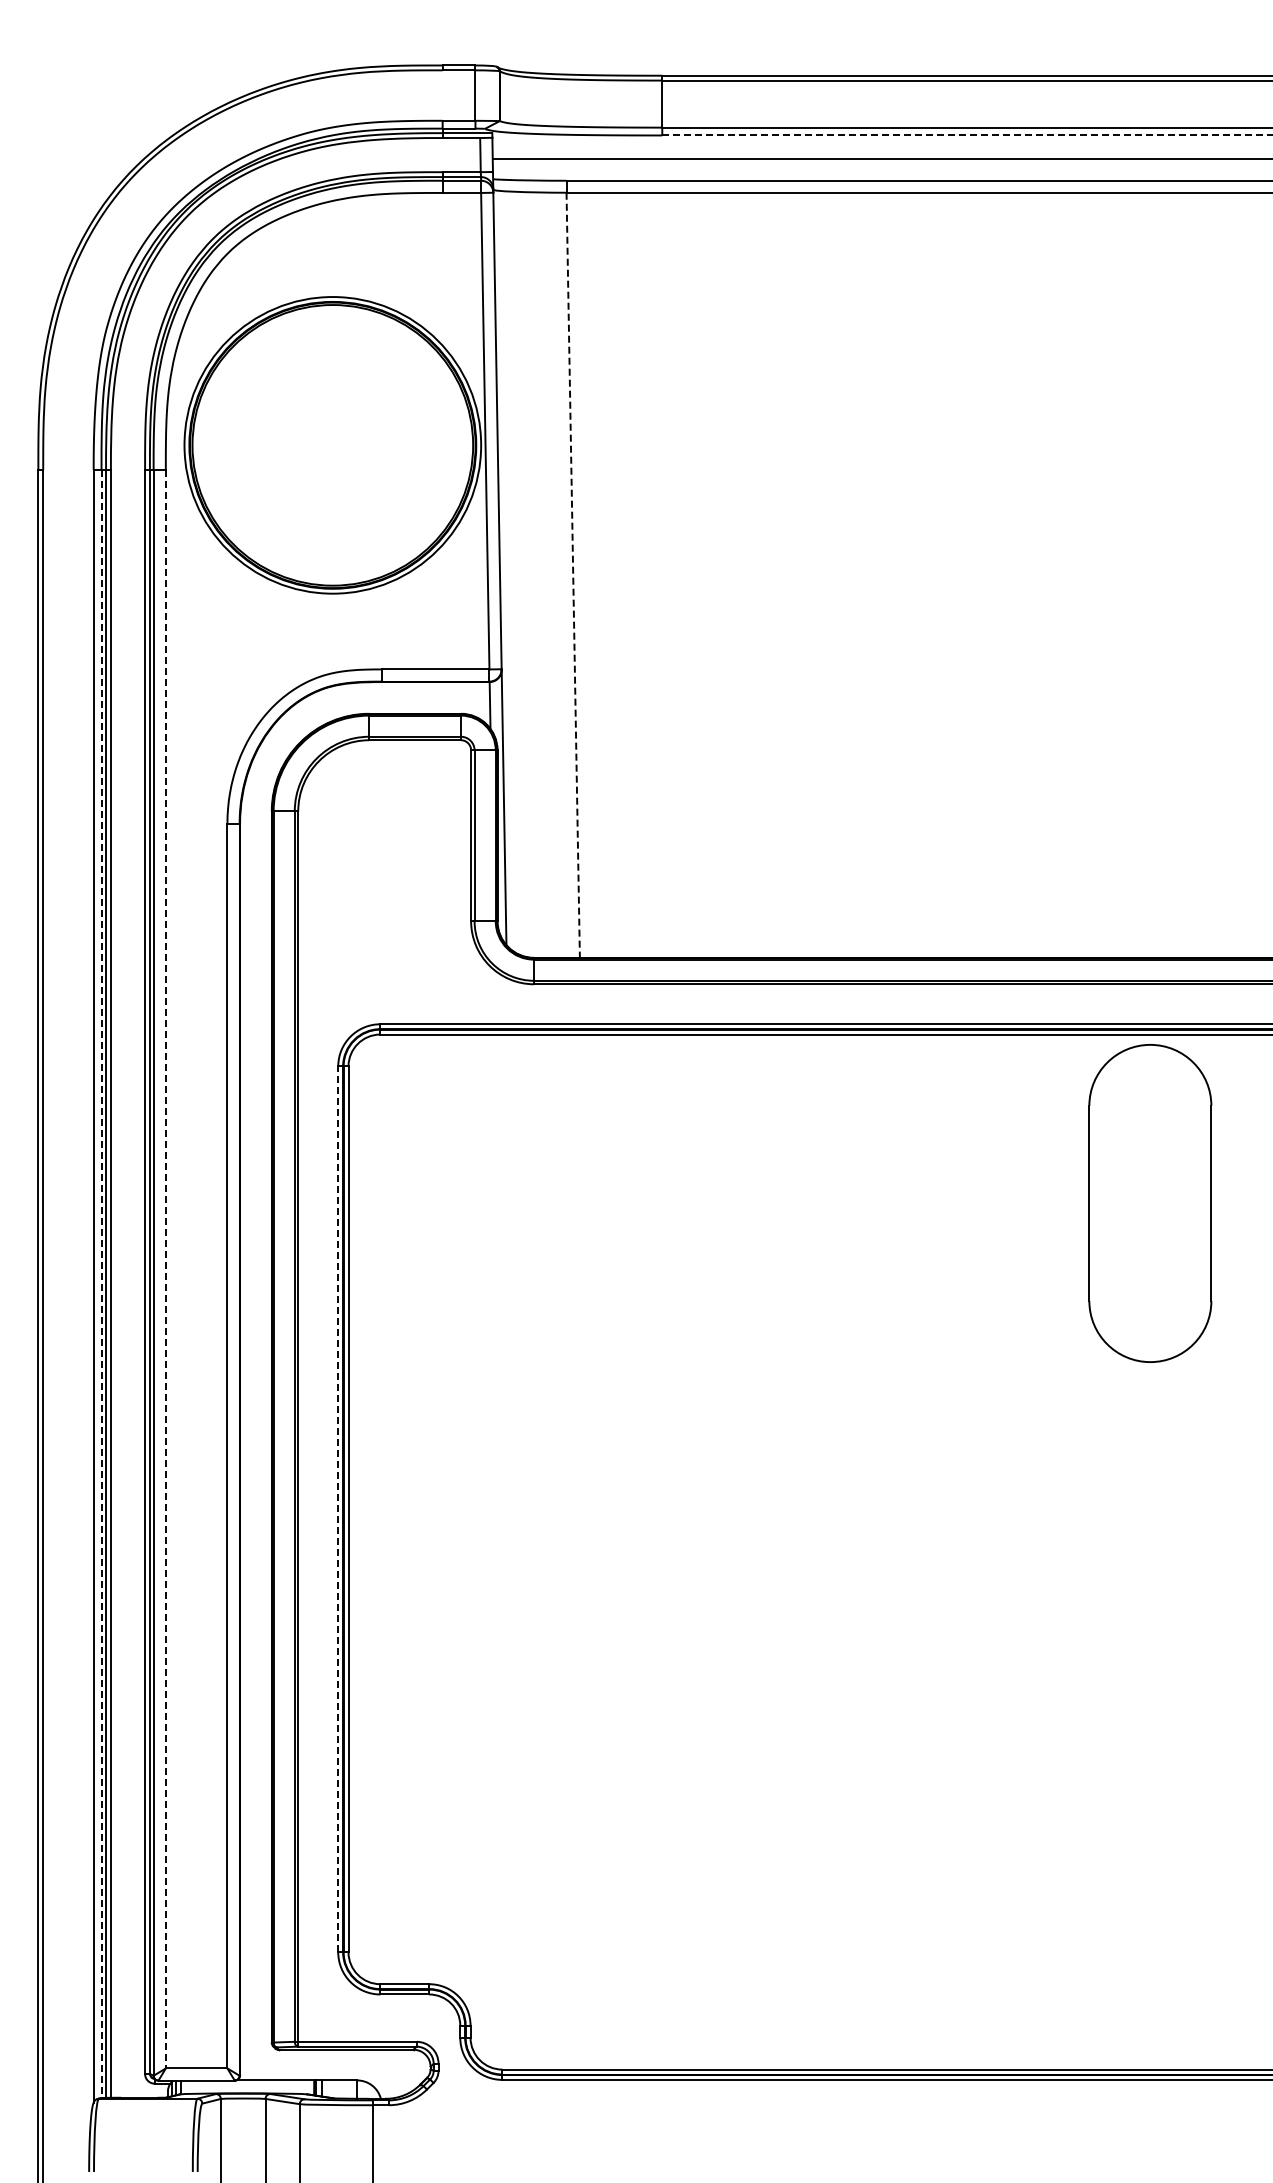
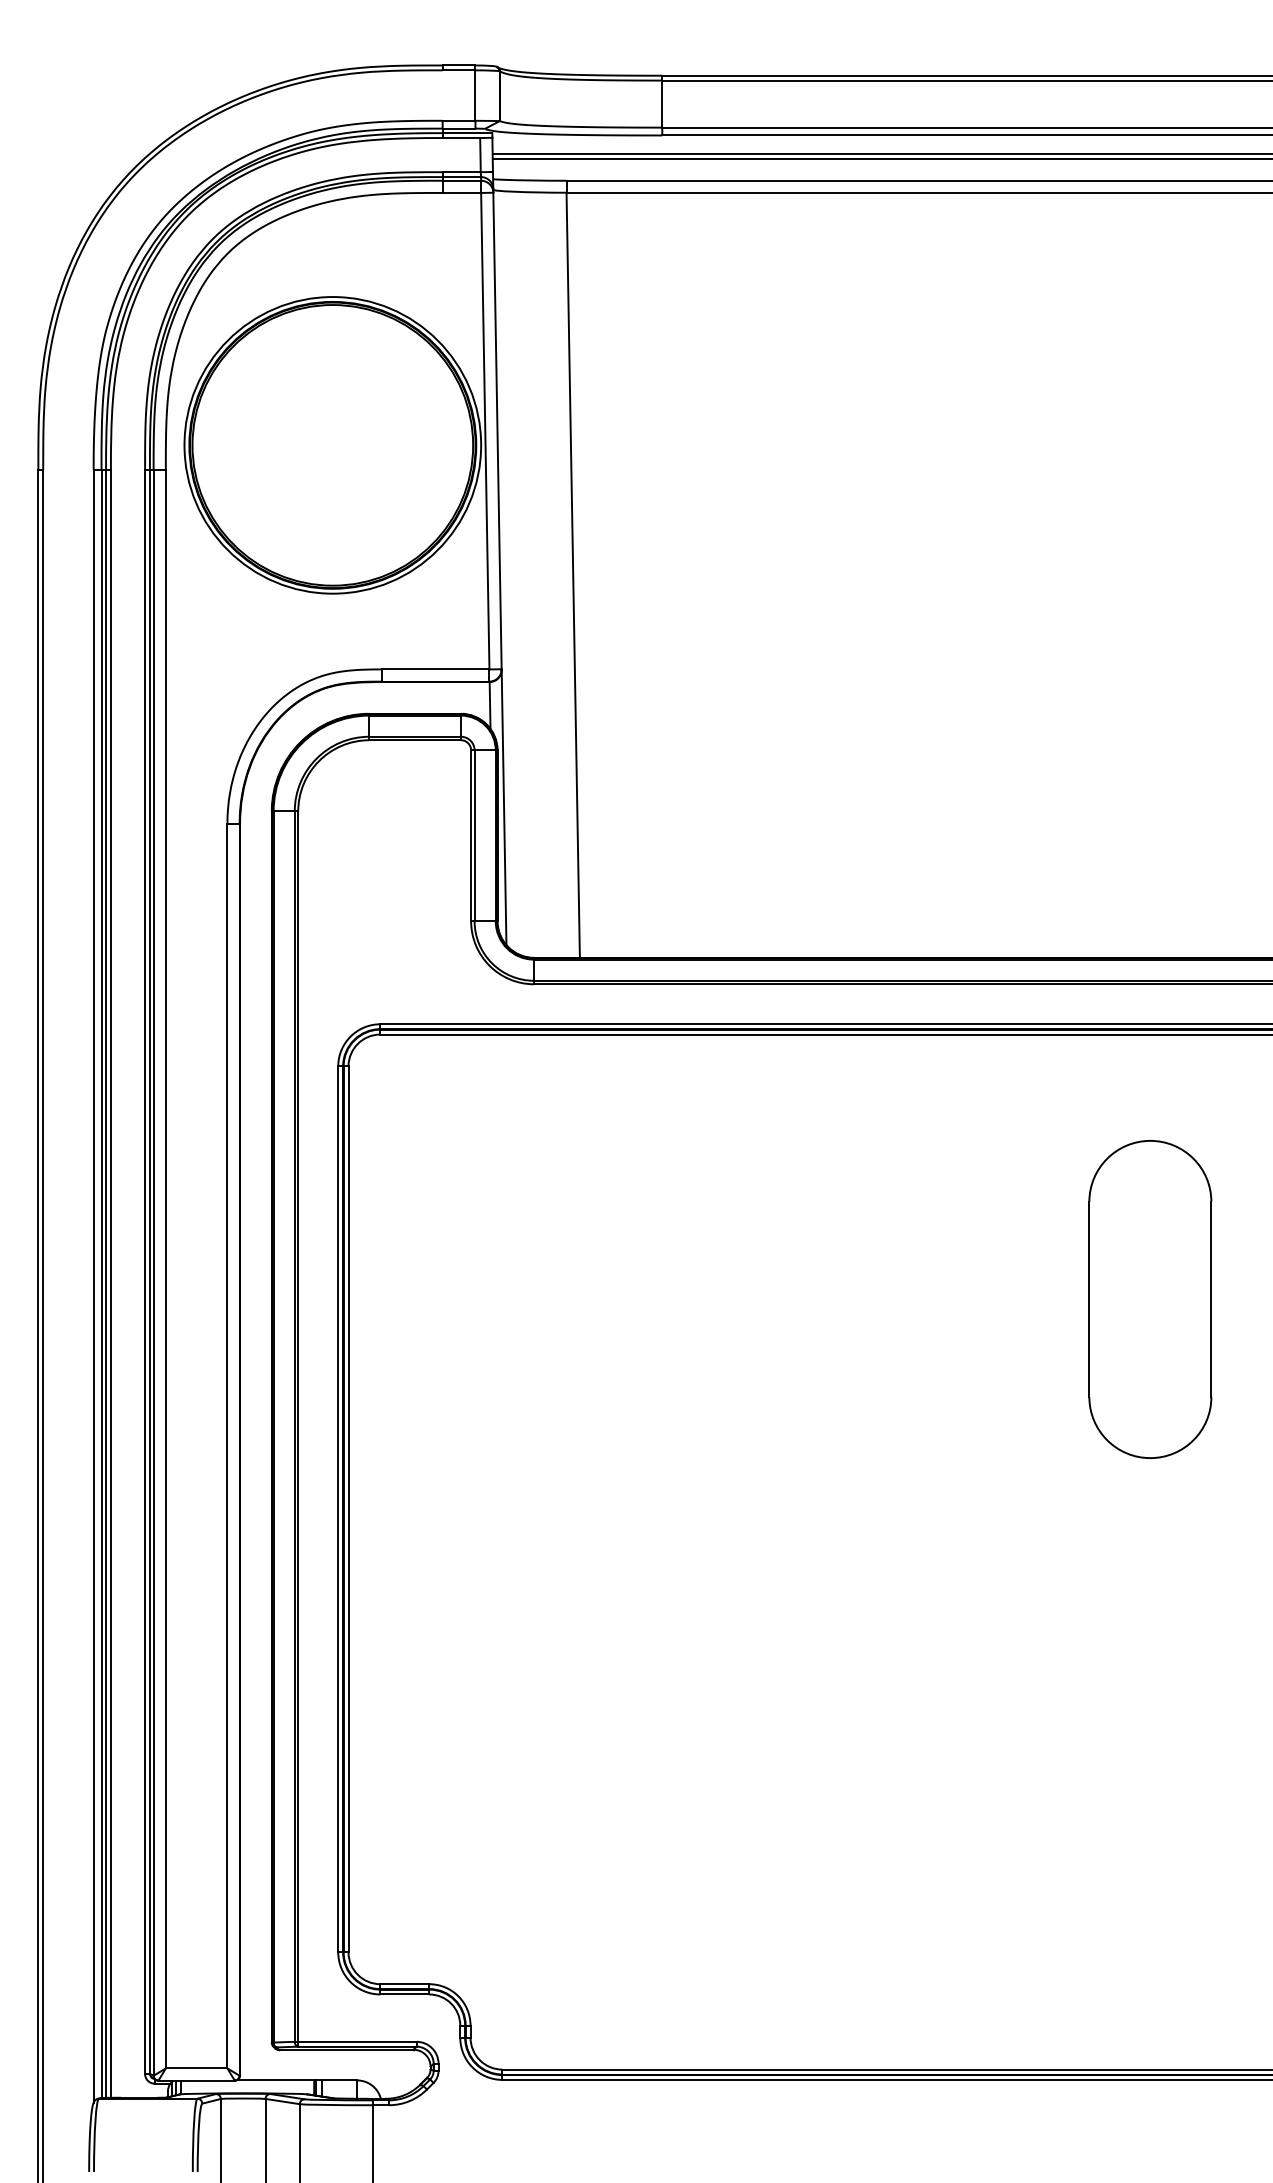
line at (967, 135): dashed -> solid
line at (880, 154): none -> present
line at (573, 575): dashed -> solid
part at (1150, 1203) position: (1150, 1203) -> (1150, 1299)
line at (165, 1269): dashed -> solid
line at (101, 1284): dashed -> solid
line at (338, 1509): dashed -> solid
